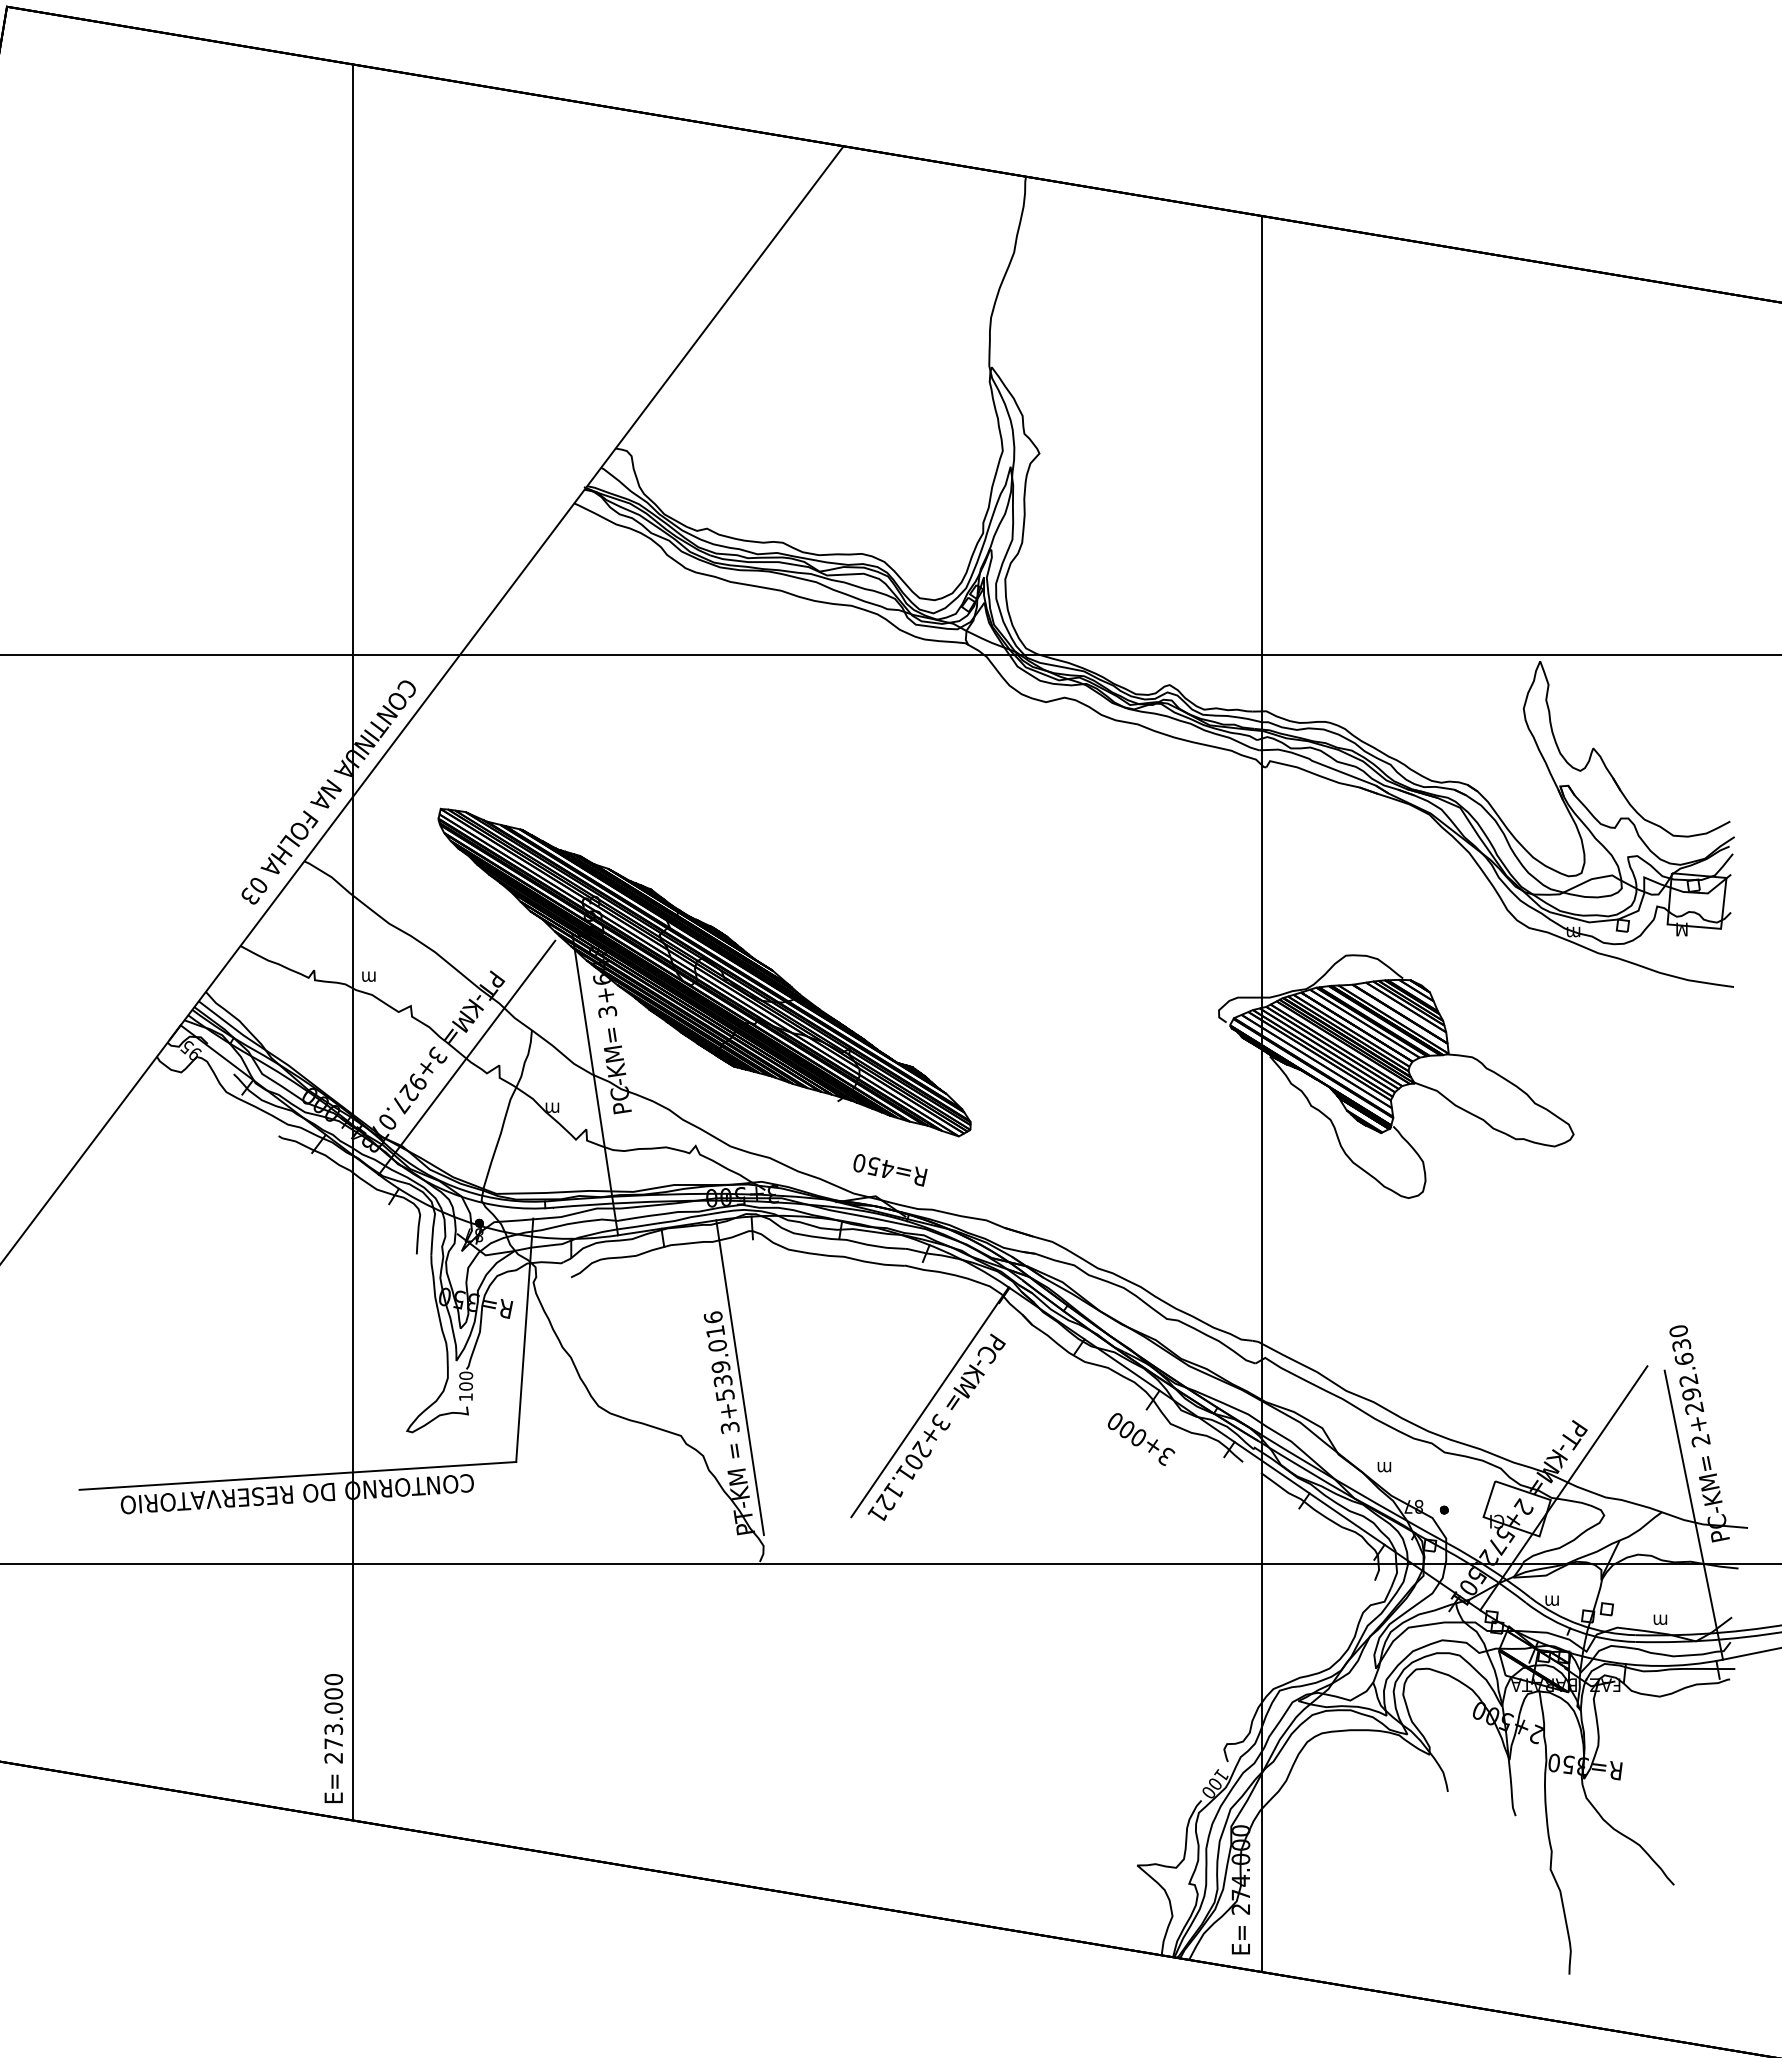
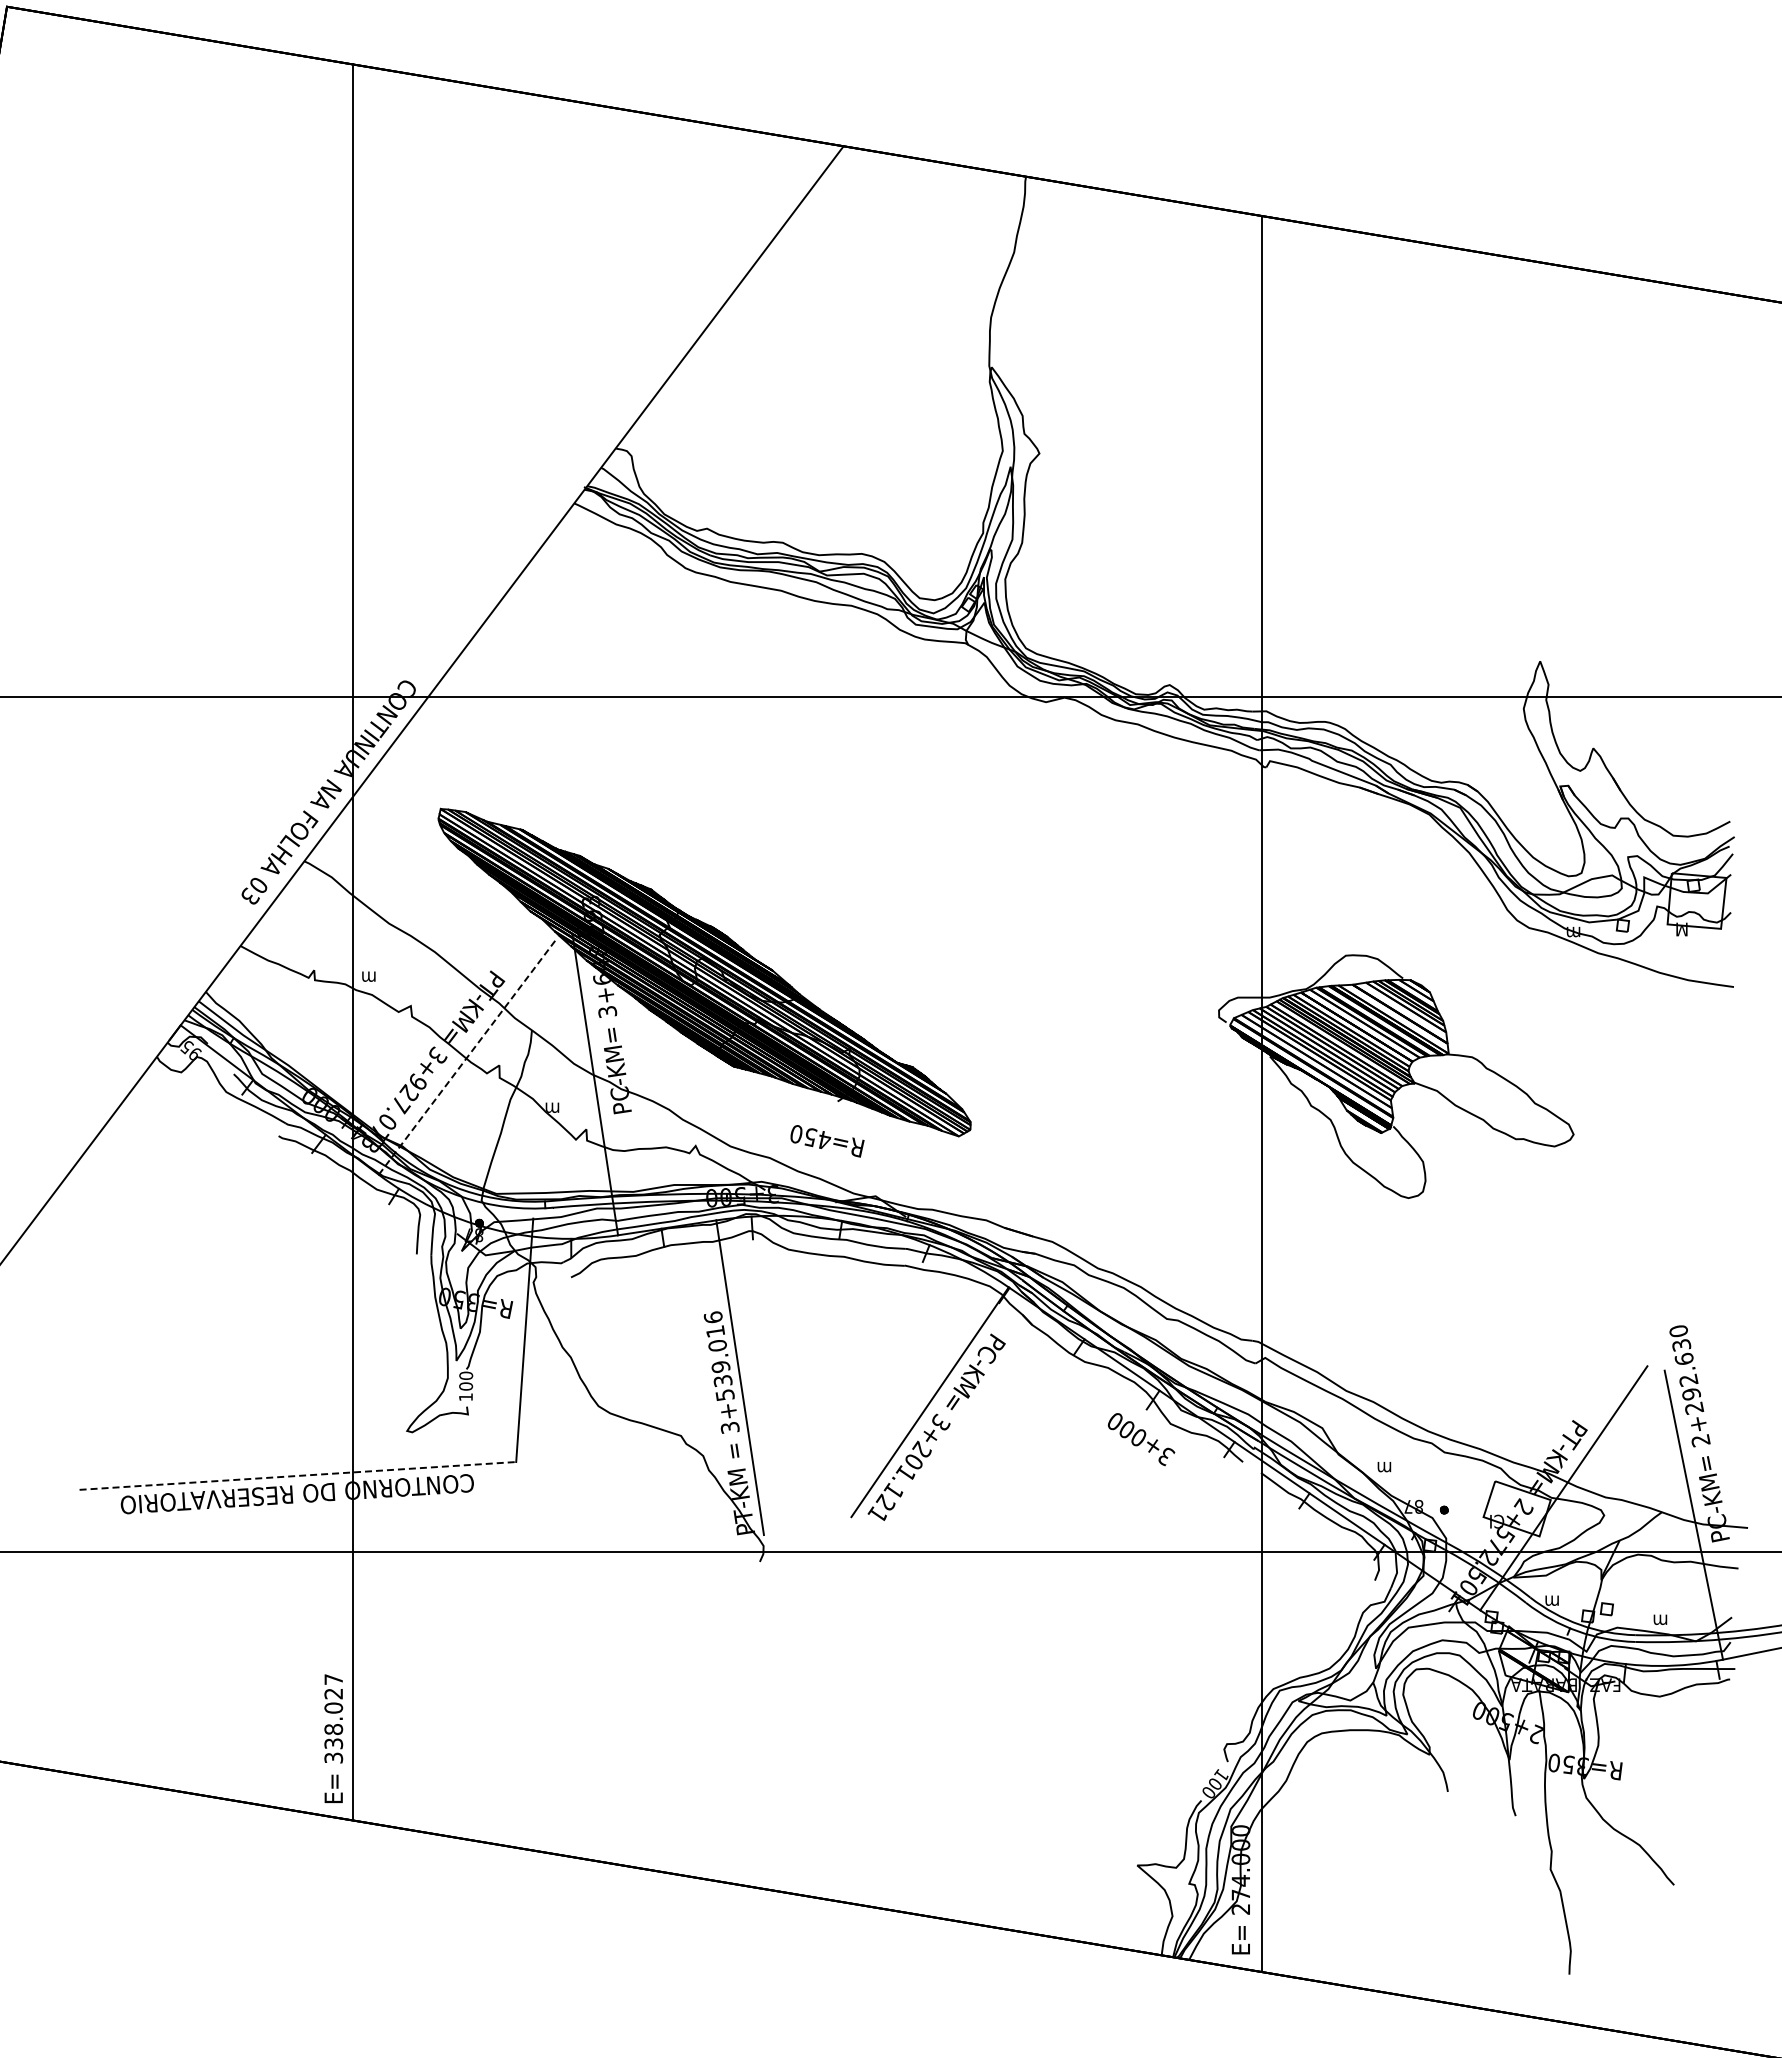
line at (890, 655) position: (890, 655) -> (890, 697)
line at (467, 1057): solid -> dashed
text at (890, 1170) position: (890, 1170) -> (827, 1141)
line at (297, 1475): solid -> dashed
line at (890, 1564) position: (890, 1564) -> (890, 1552)
text at (333, 1718): 273.000 -> 338.027
